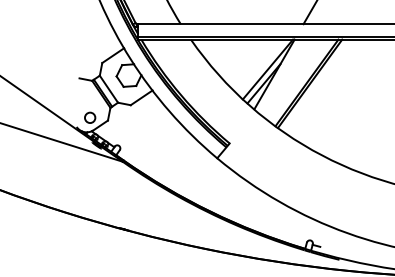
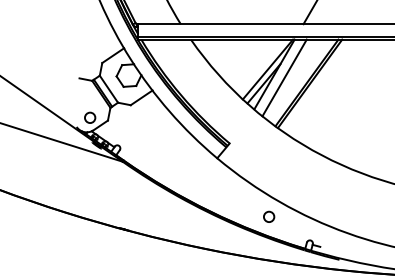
line at (284, 77): none -> present
circle at (269, 216): none -> present
